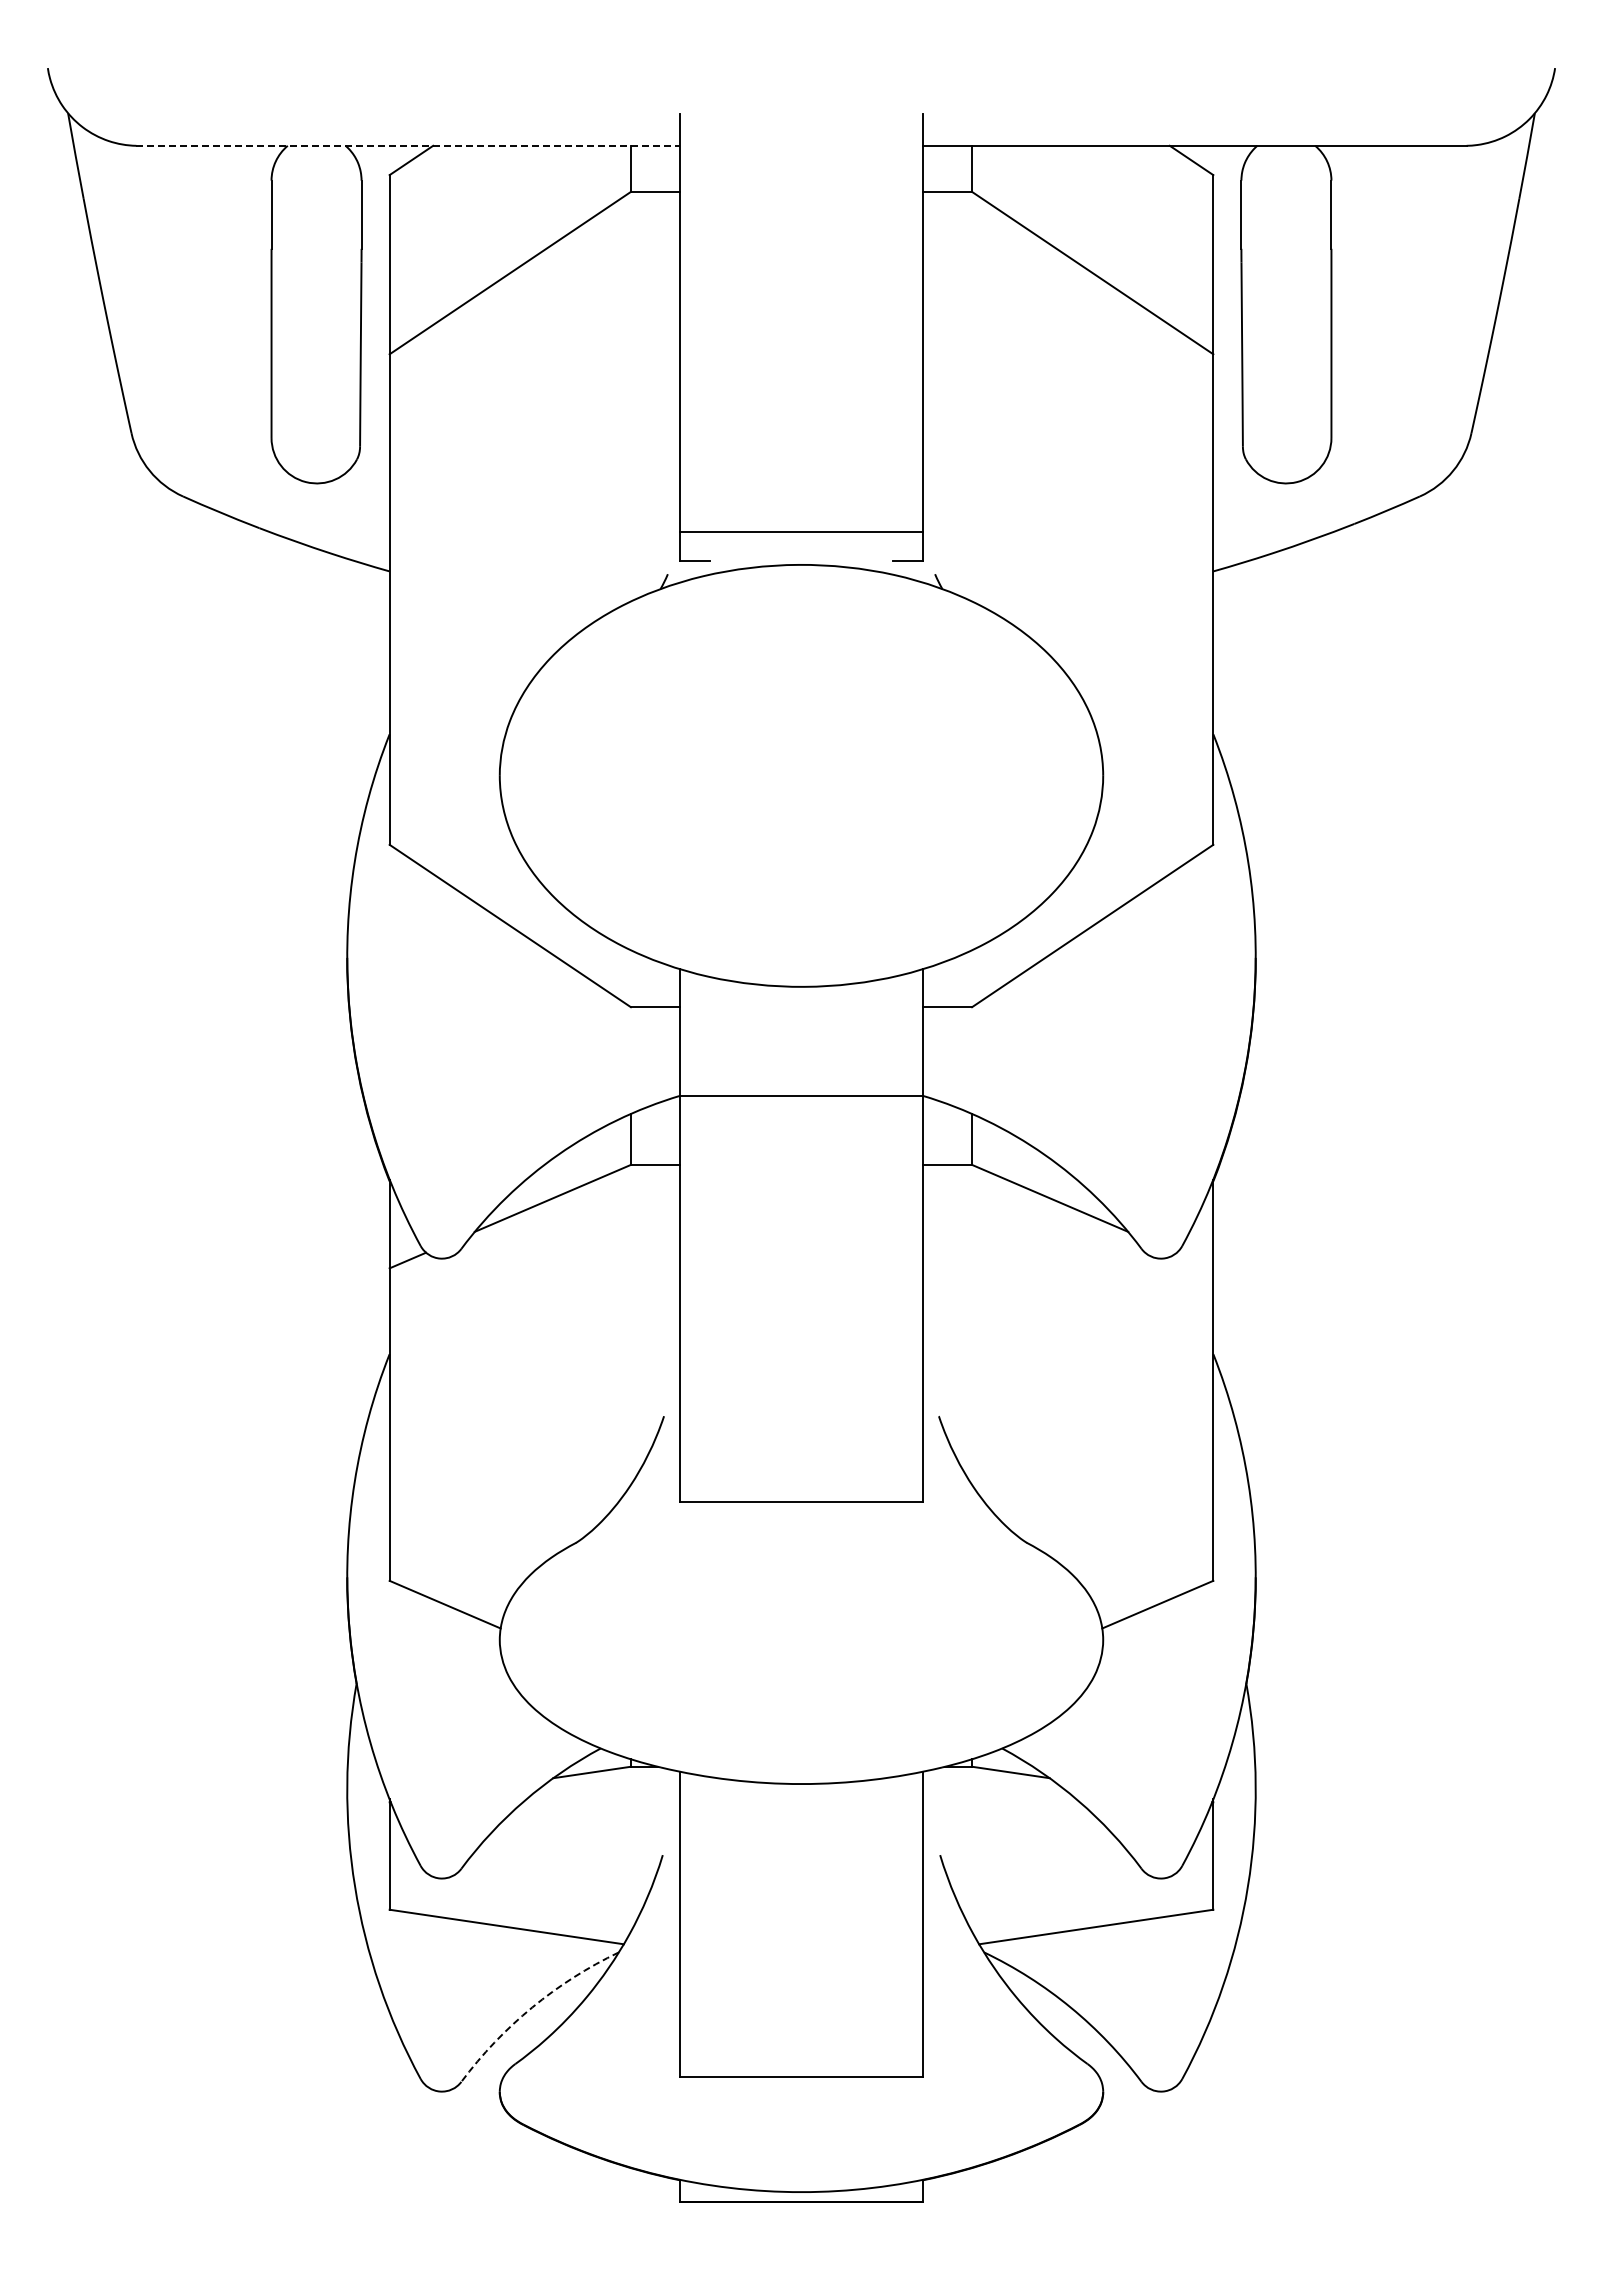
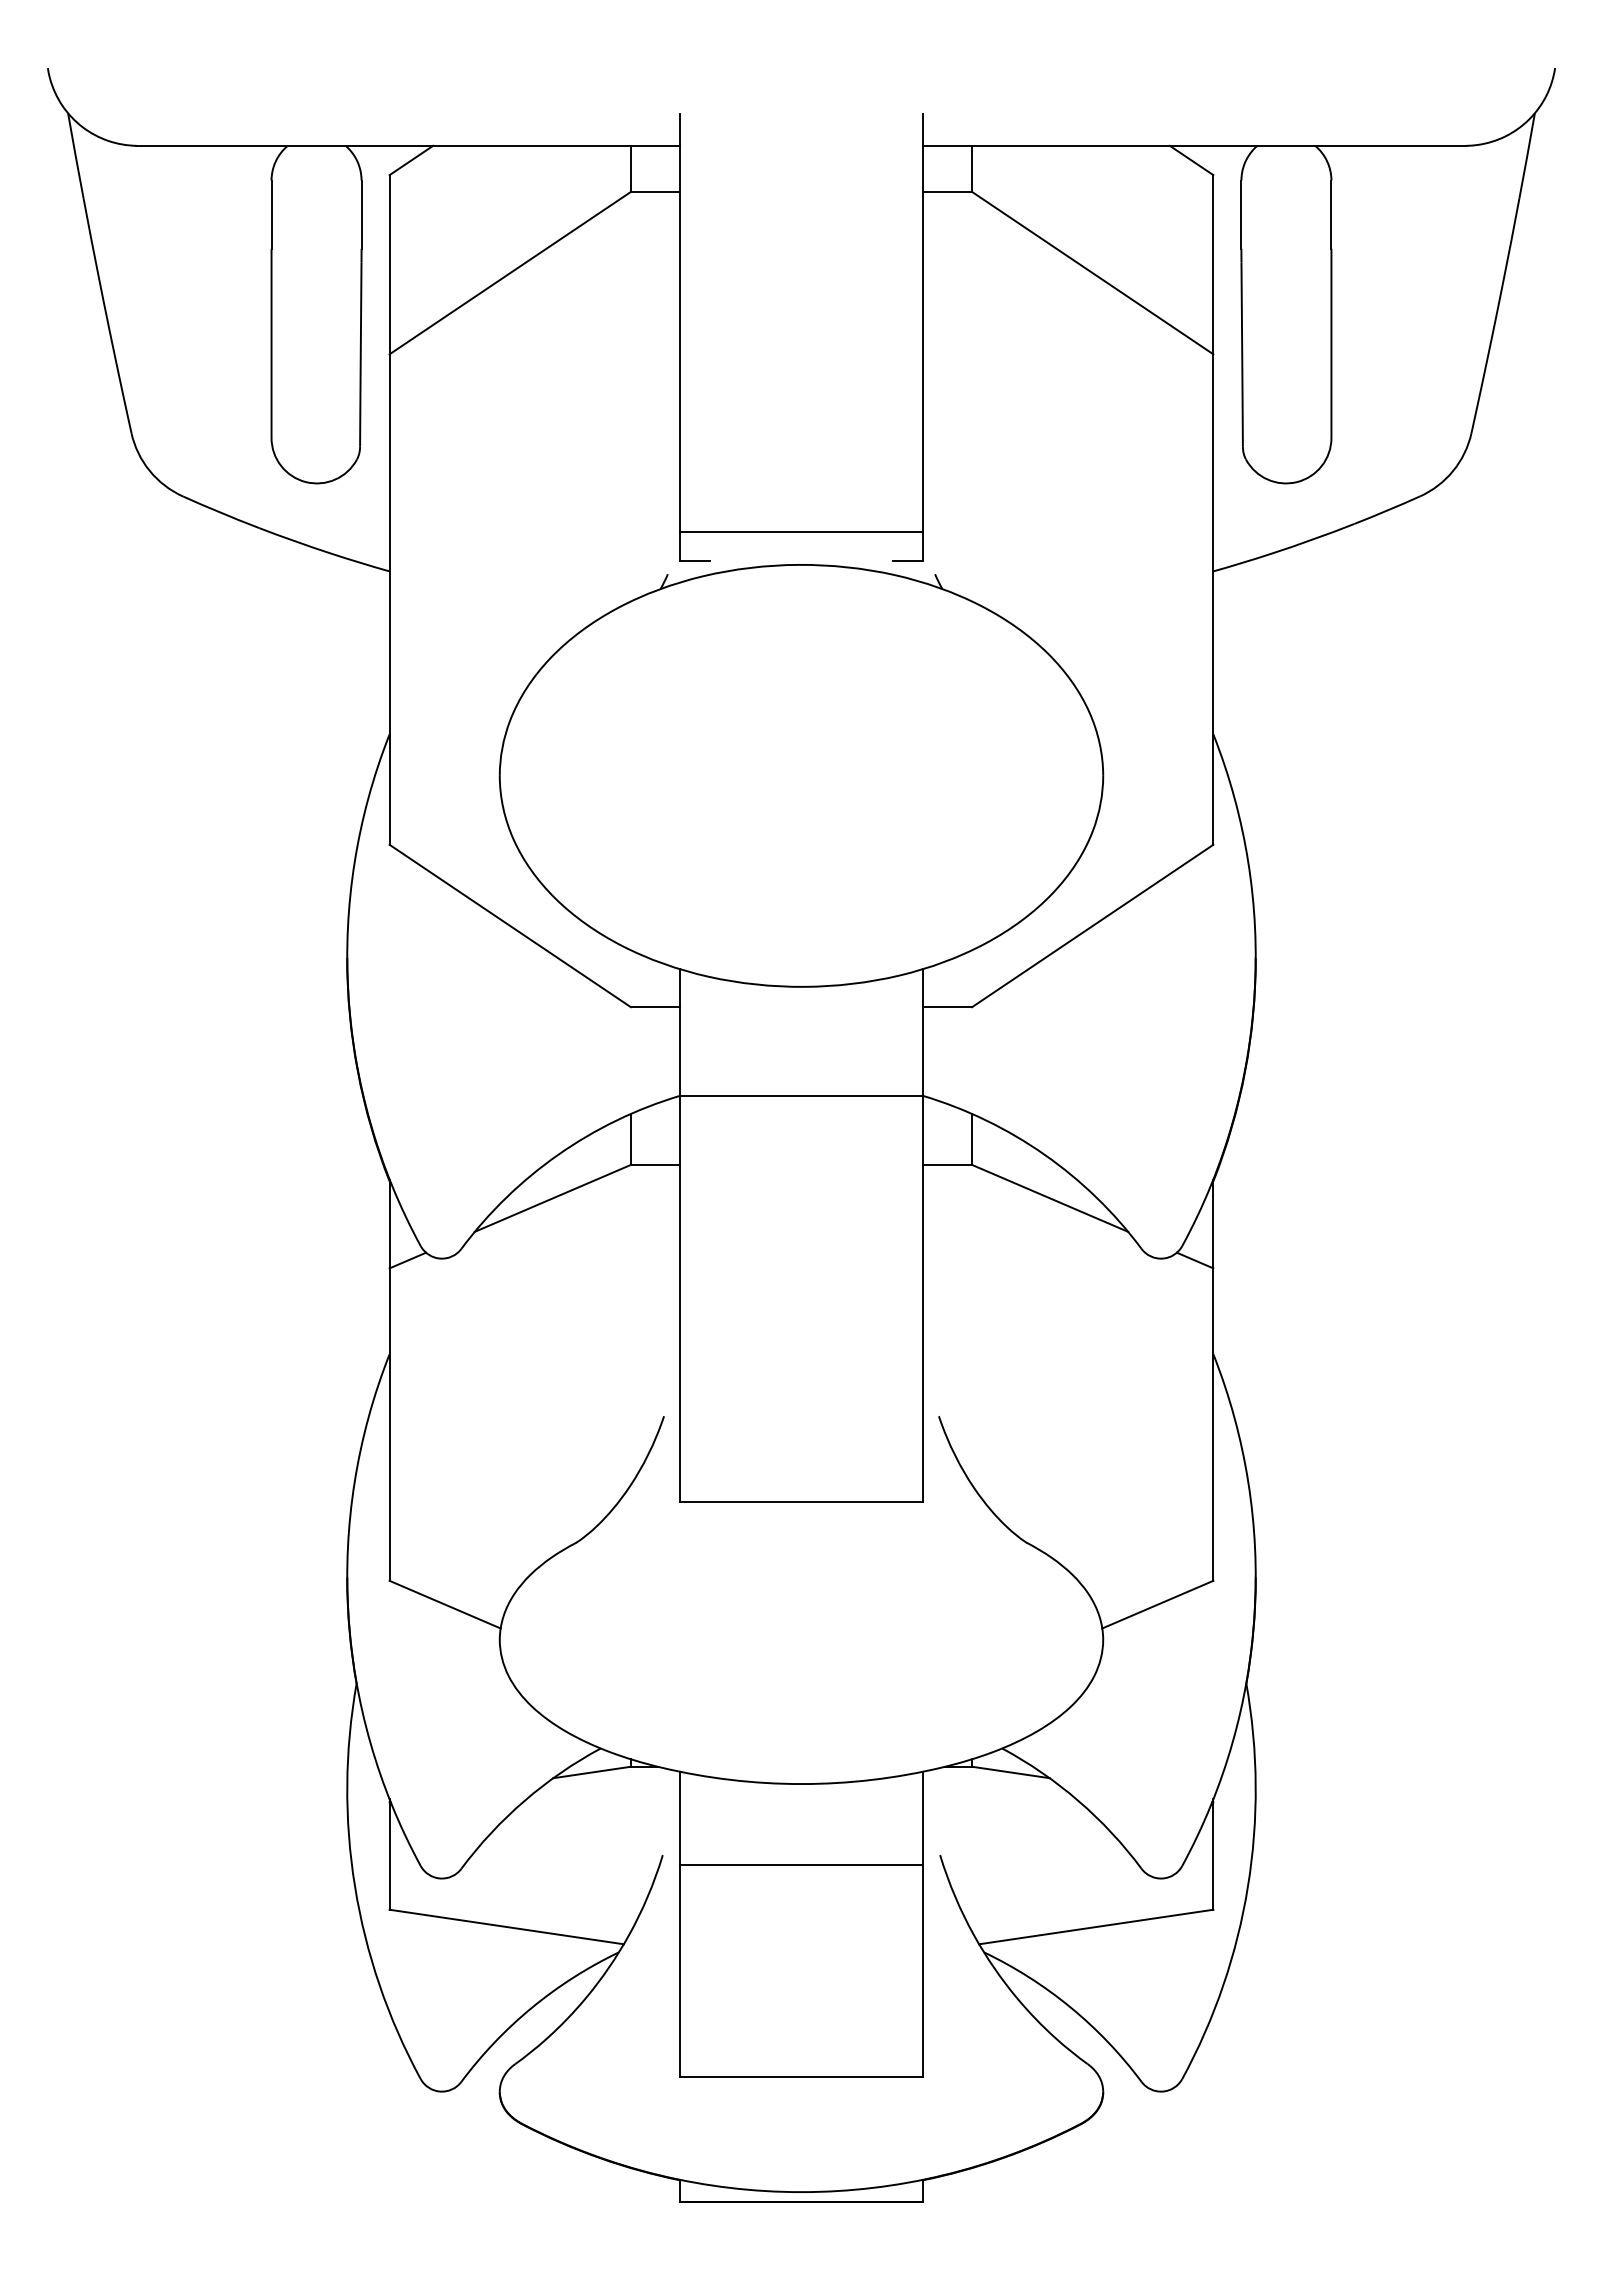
line at (408, 145): dashed -> solid
line at (1194, 1260): none -> present
line at (801, 1864): none -> present
arc at (532, 2007): dashed -> solid
